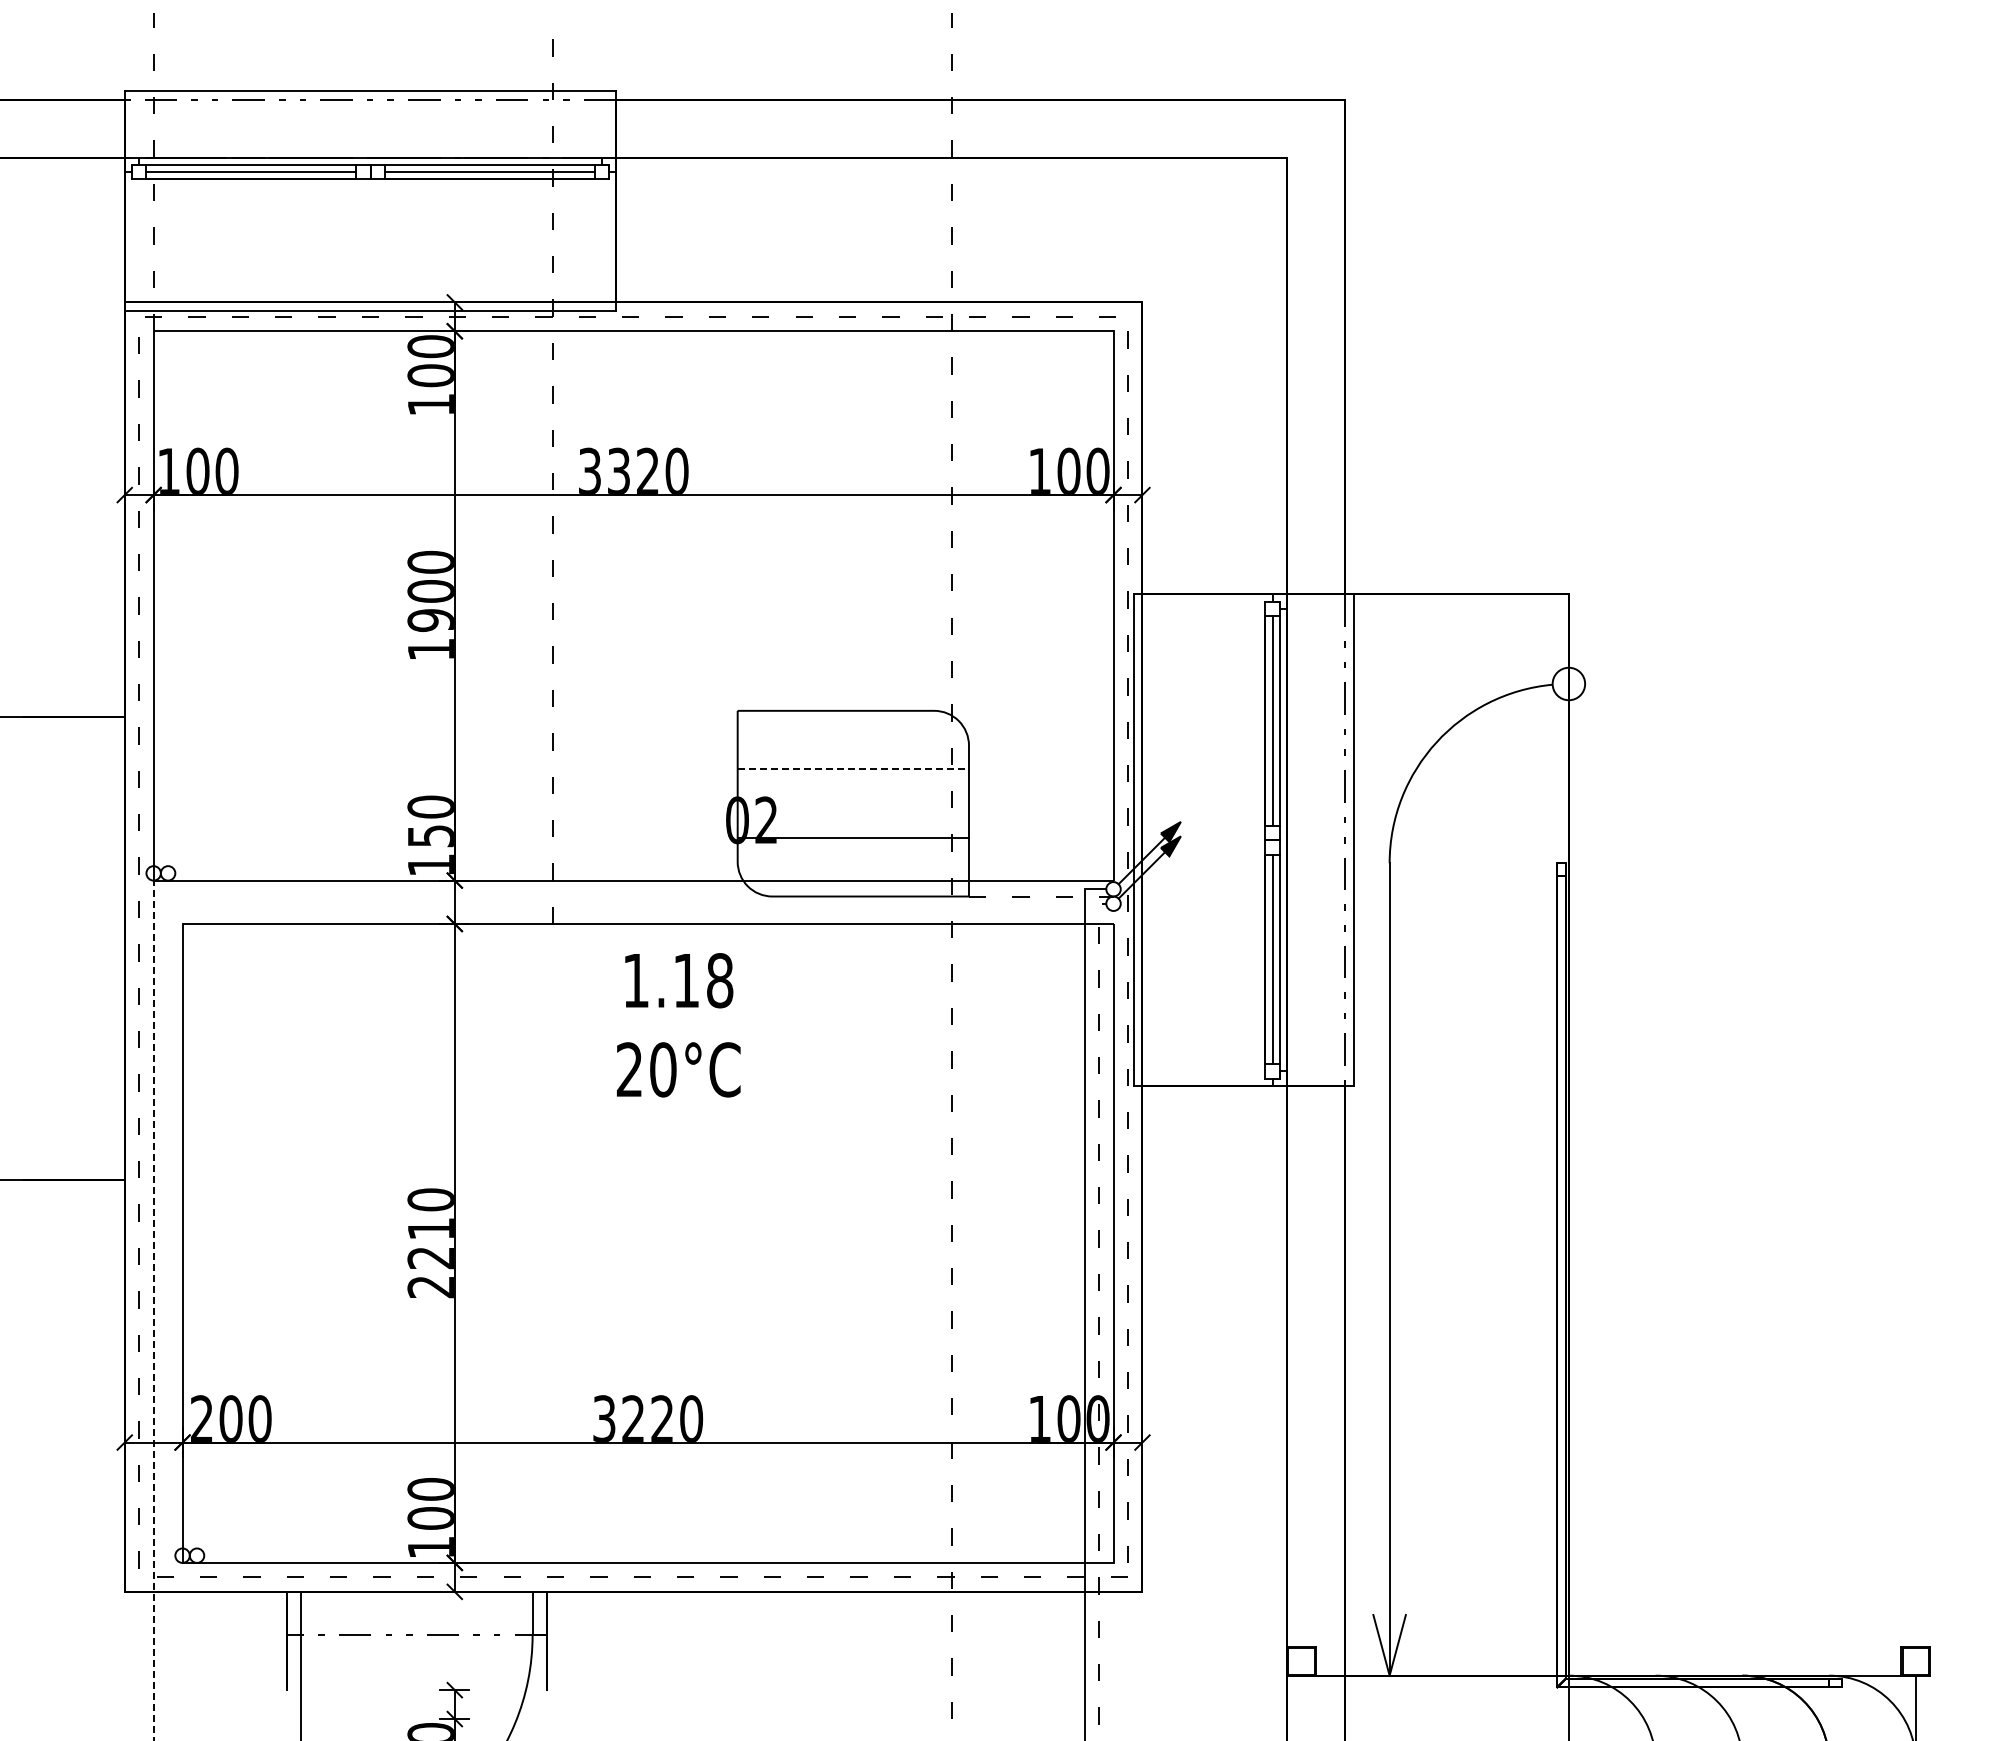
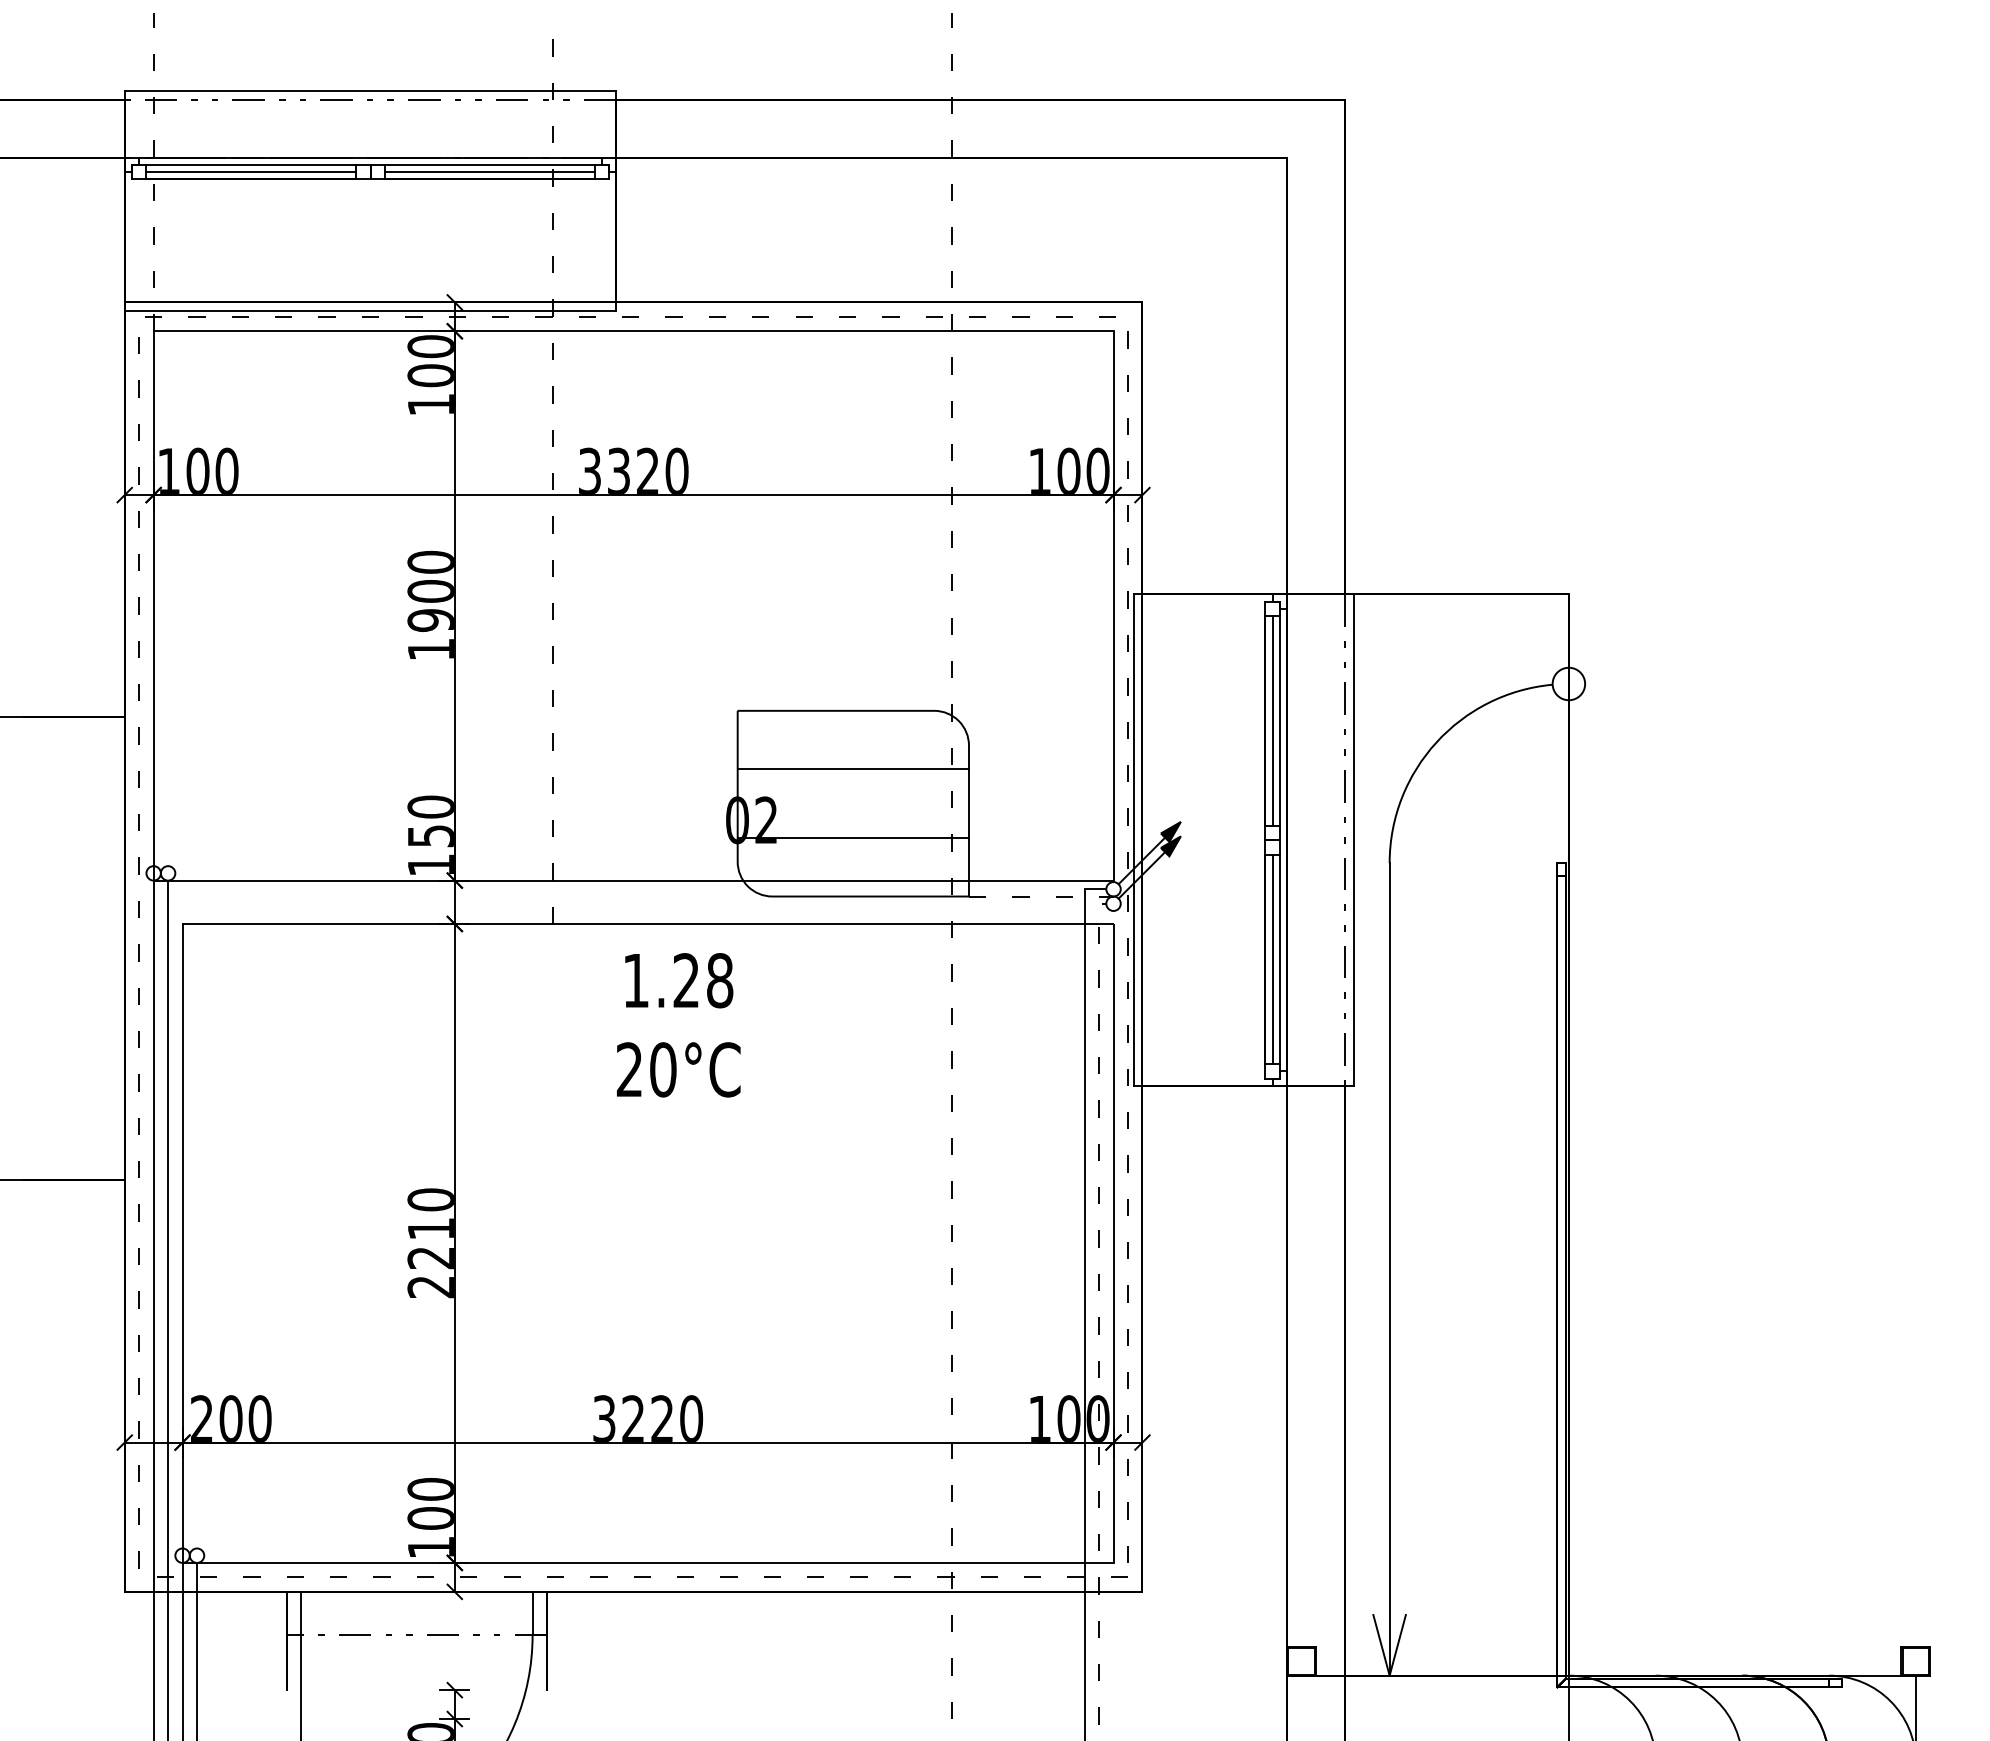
line at (853, 769): dashed -> solid
text at (685, 980): 1.18 -> 1.28
line at (168, 1308): none -> present
line at (153, 1310): dashed -> solid
line at (182, 1649): none -> present
line at (197, 1649): none -> present
